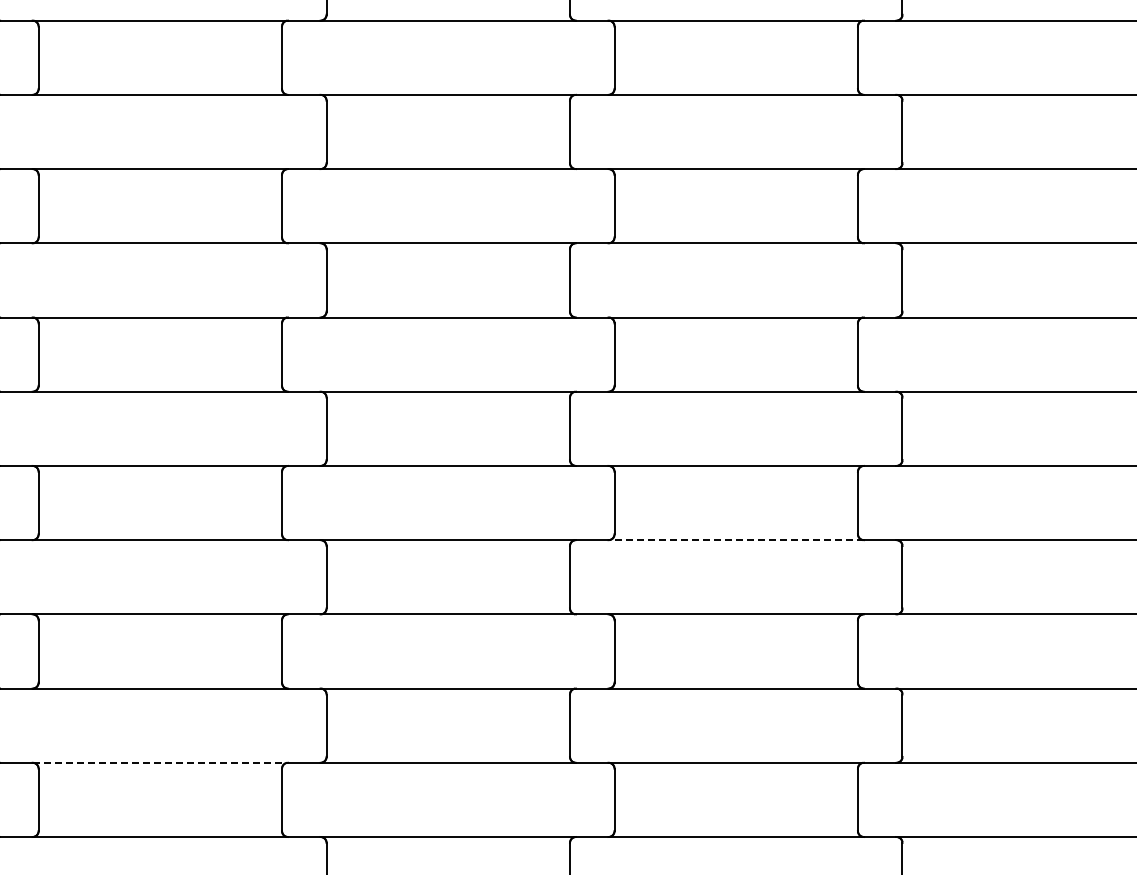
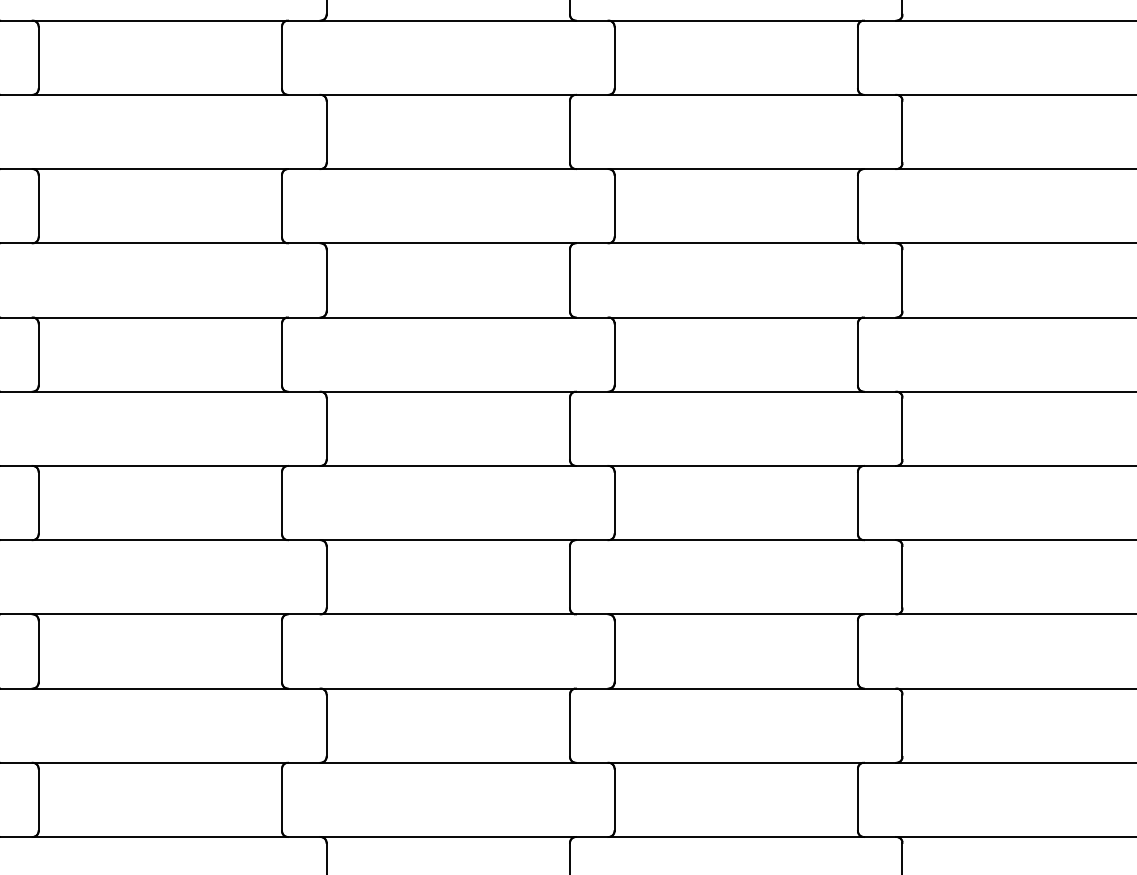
line at (736, 540): dashed -> solid
line at (160, 762): dashed -> solid
